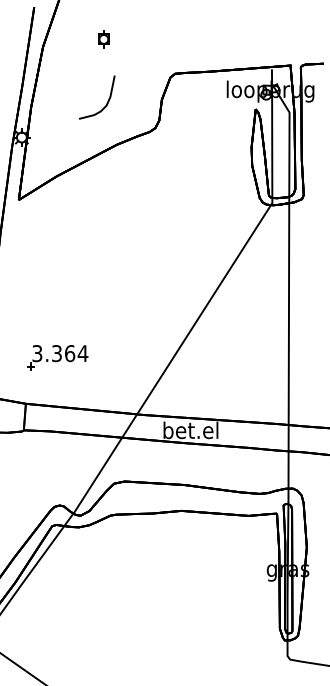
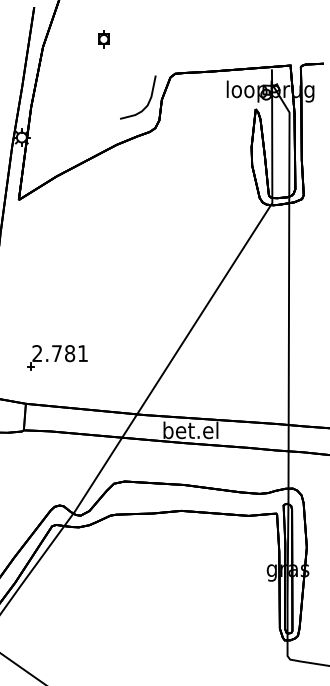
curve at (107, 100) position: (107, 100) -> (148, 100)
text at (60, 353): 3.364 -> 2.781
